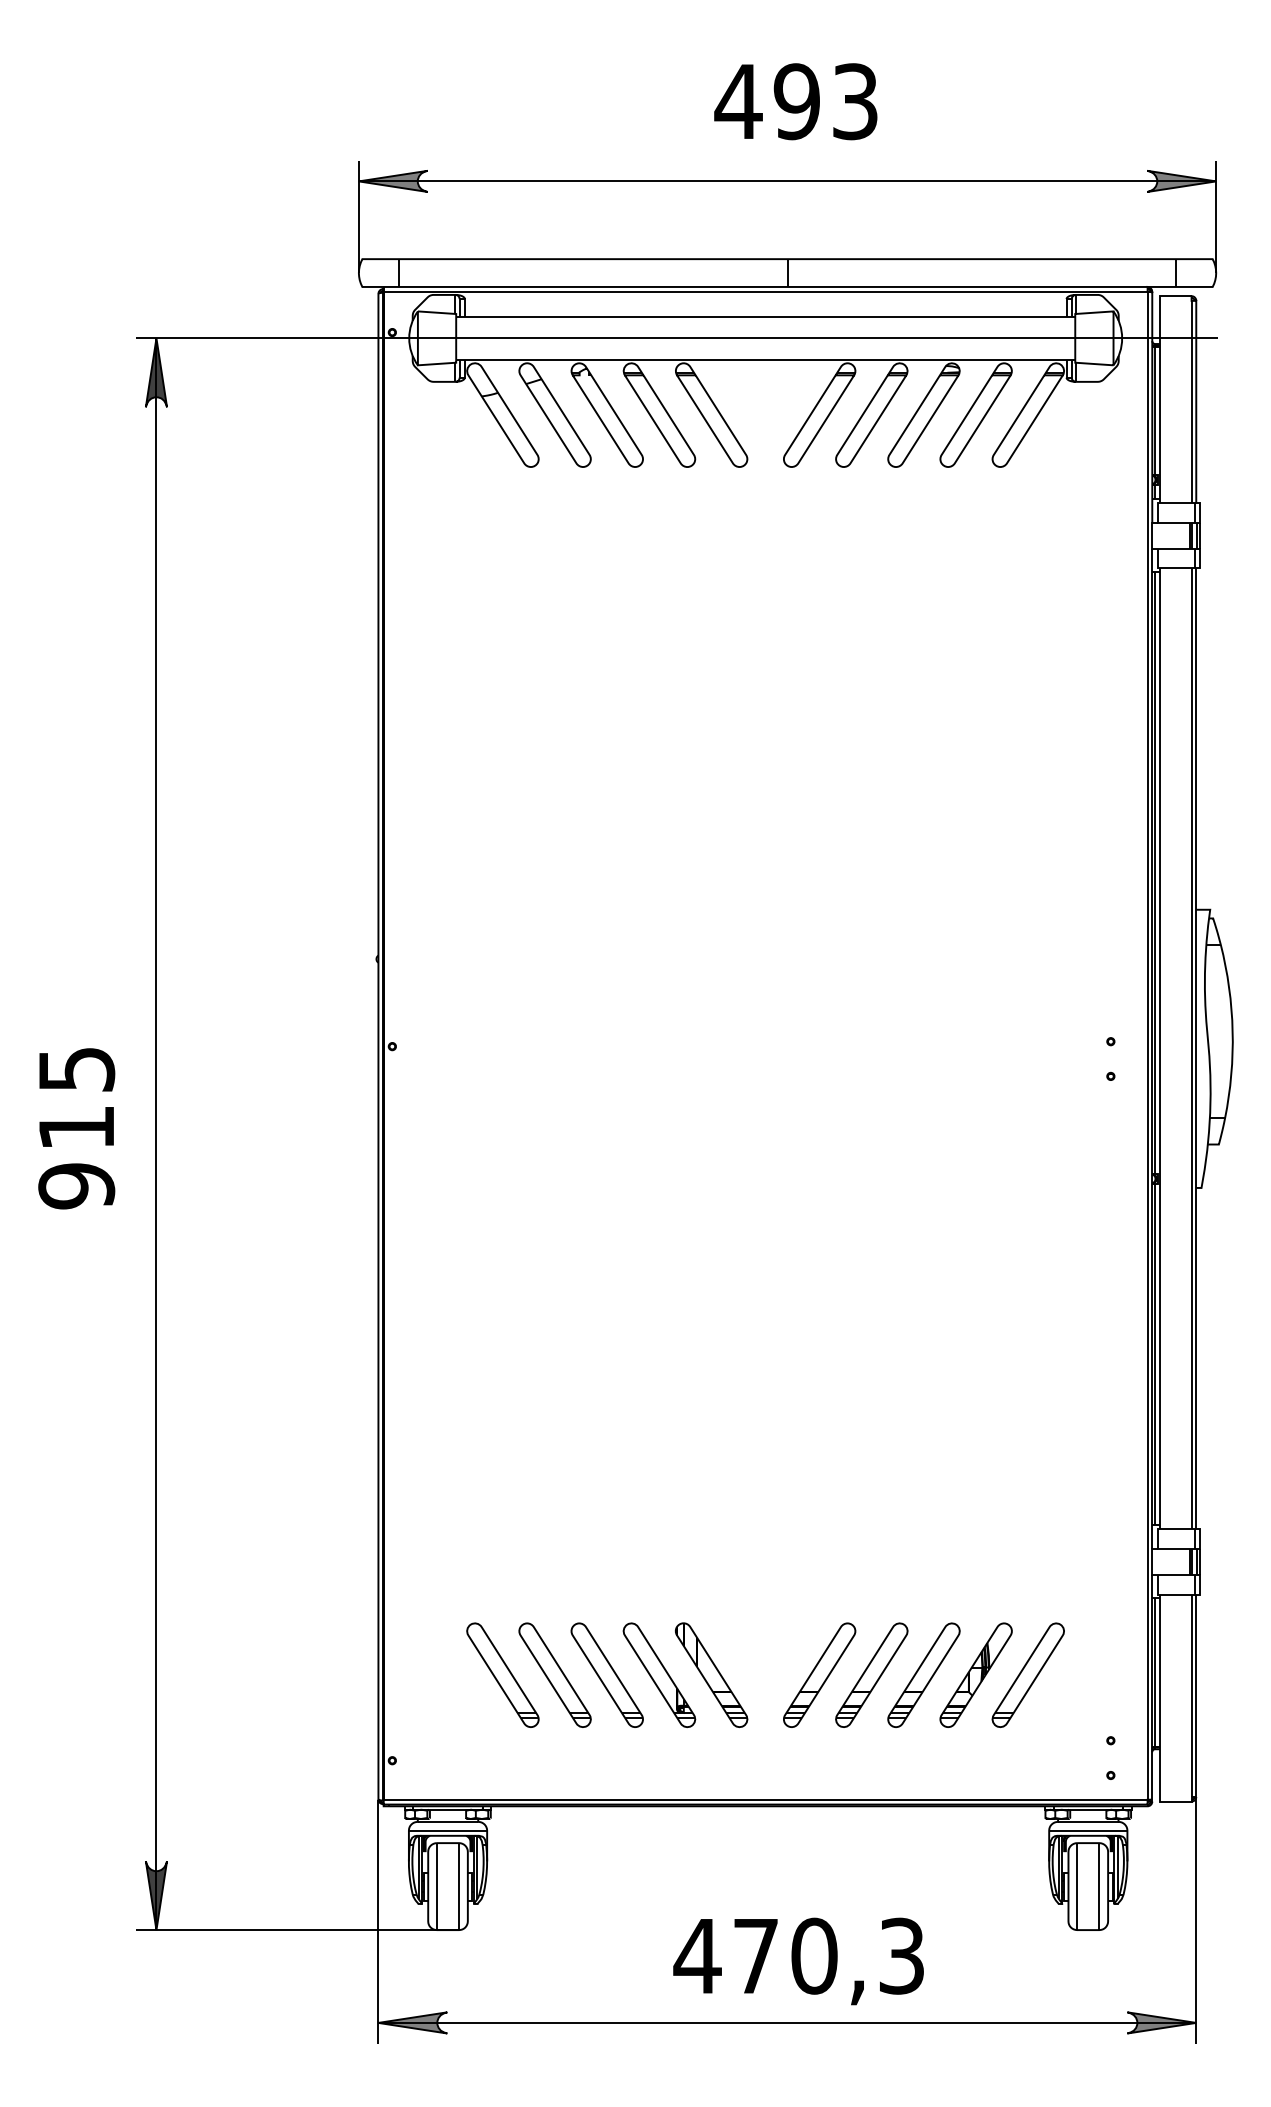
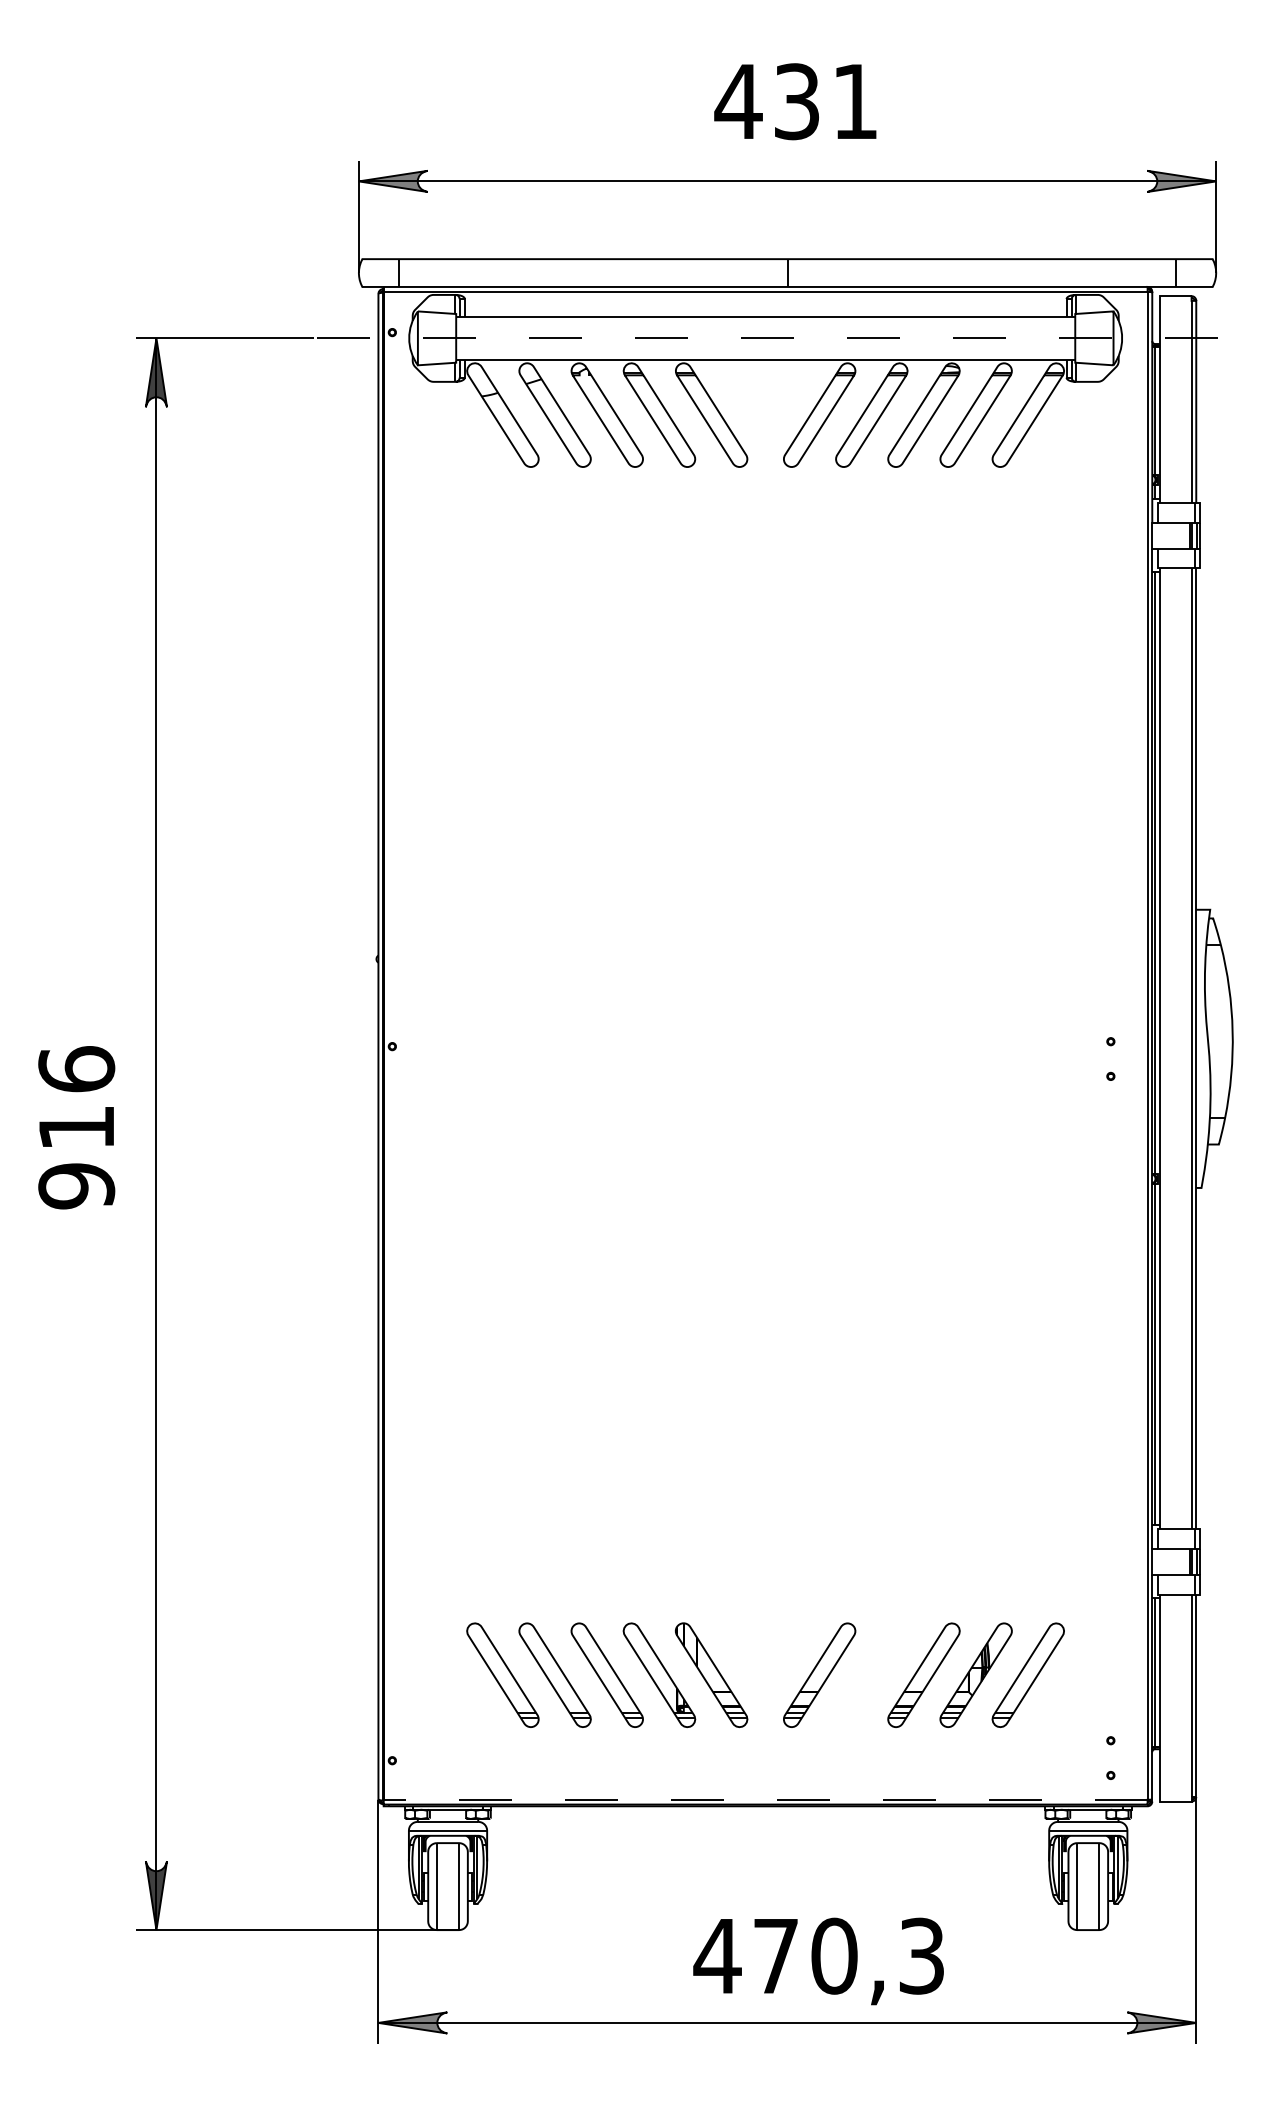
text at (825, 101): 493 -> 431
line at (765, 338): solid -> dashed
text at (76, 1069): 915 -> 916
part at (871, 1674): present -> none
line at (765, 1799): solid -> dashed
text at (798, 1961) position: (798, 1961) -> (818, 1961)
